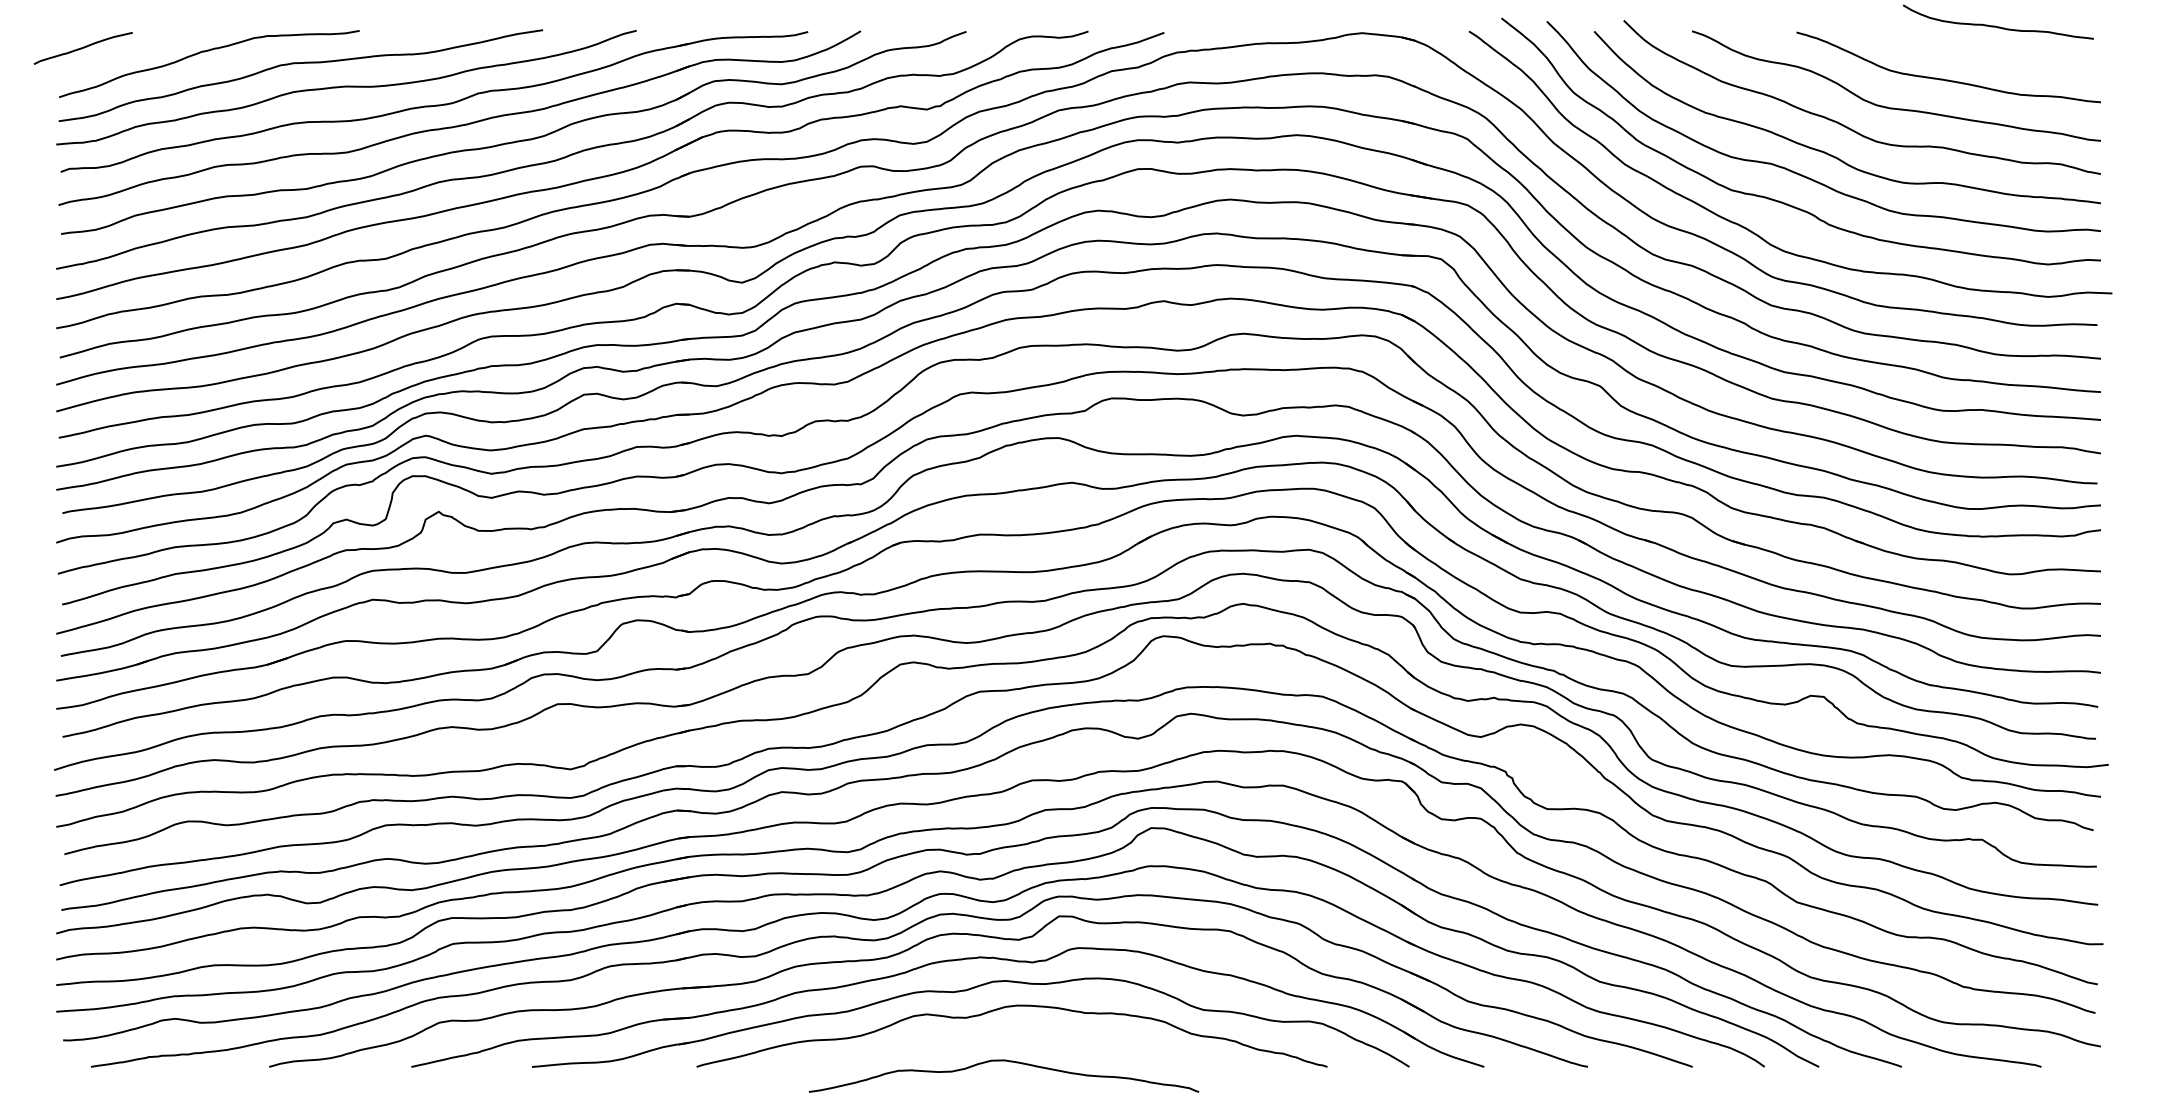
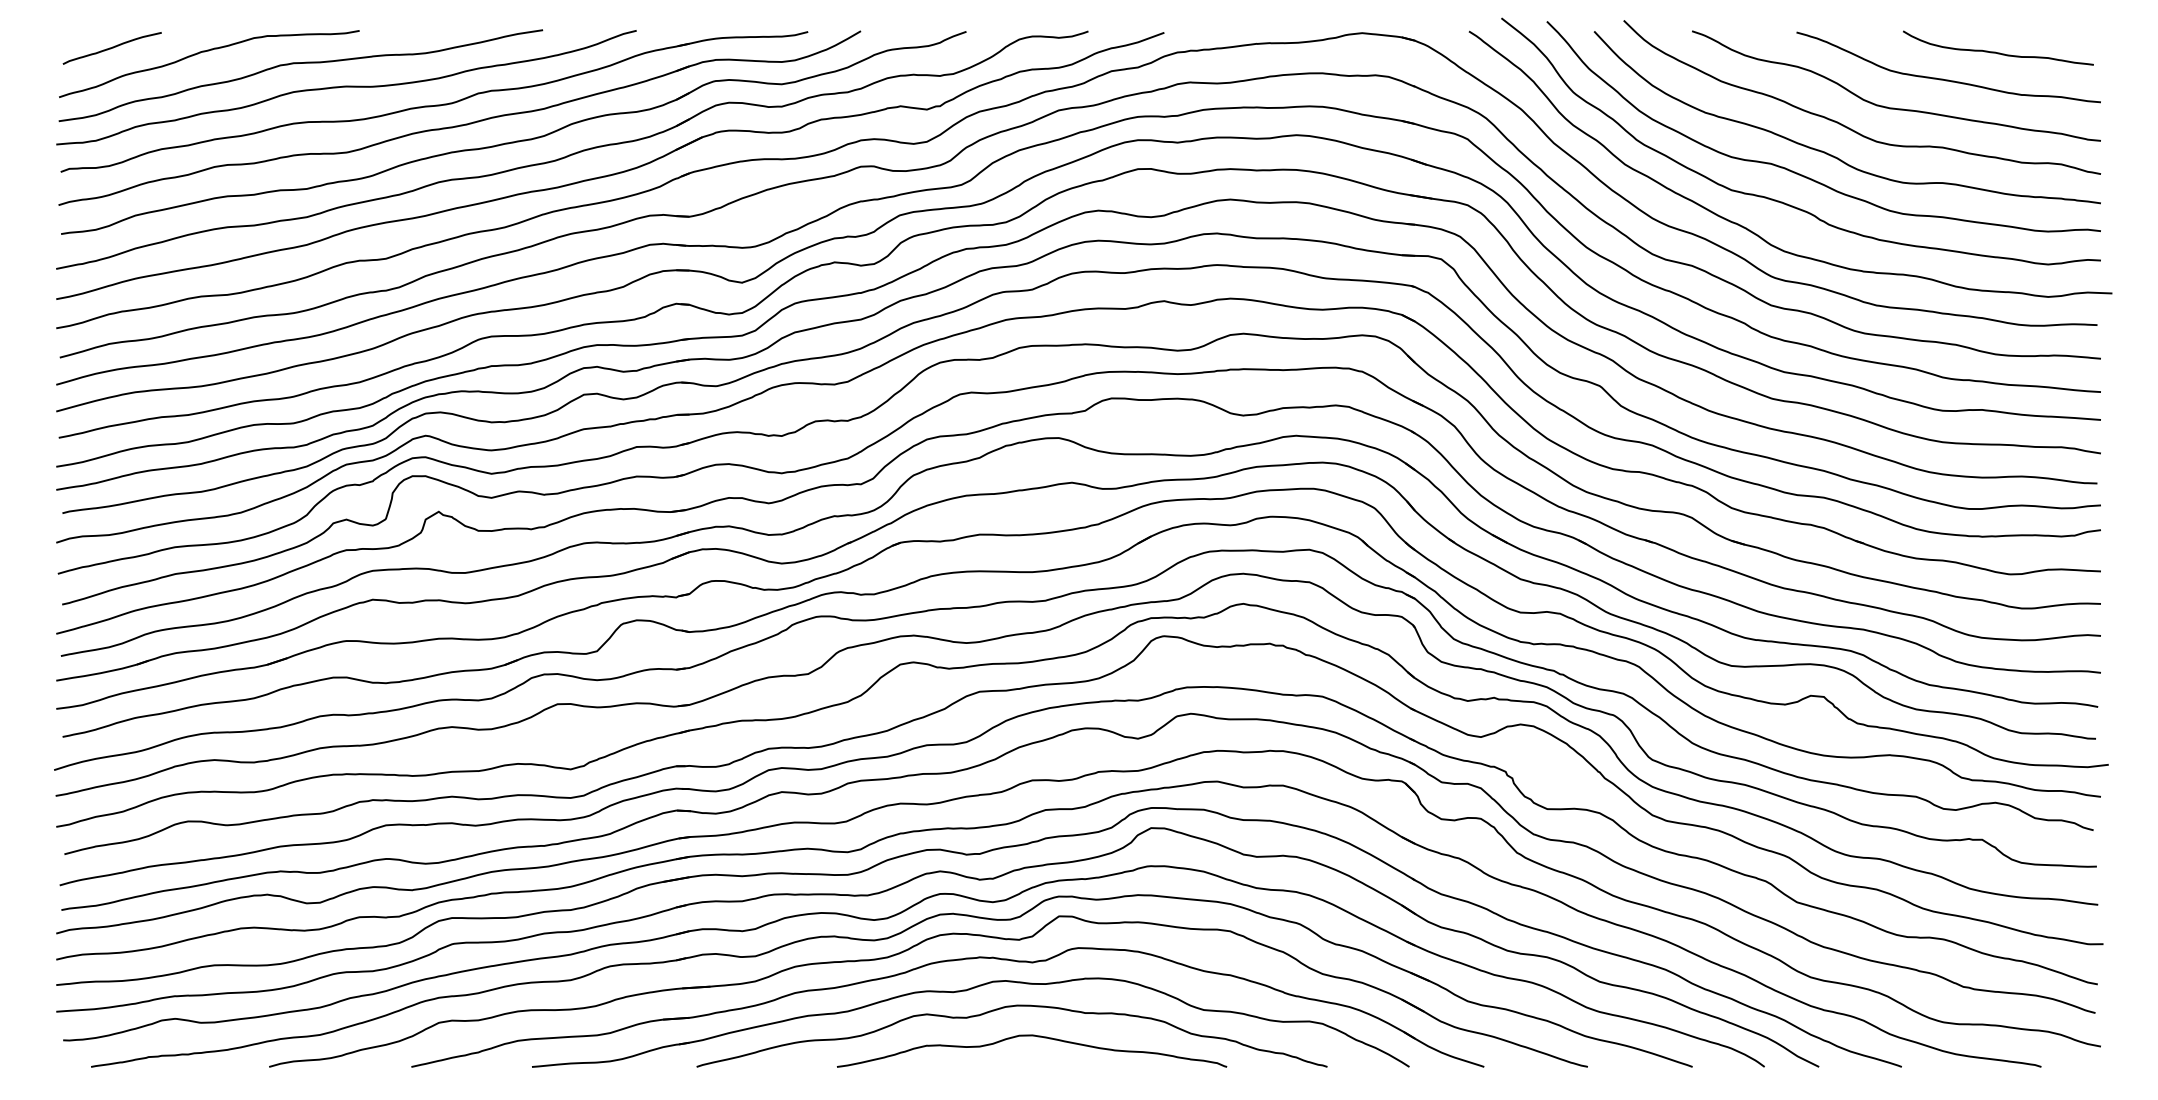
curve at (1995, 25) position: (1995, 25) -> (1995, 51)
curve at (82, 48) position: (82, 48) -> (111, 48)
curve at (1009, 1062) position: (1009, 1062) -> (1037, 1037)
